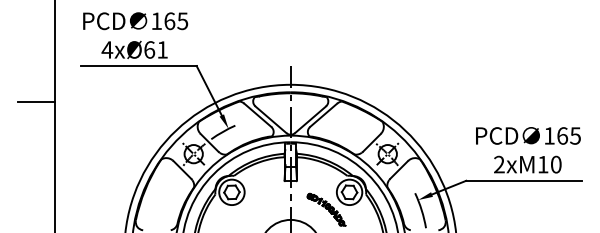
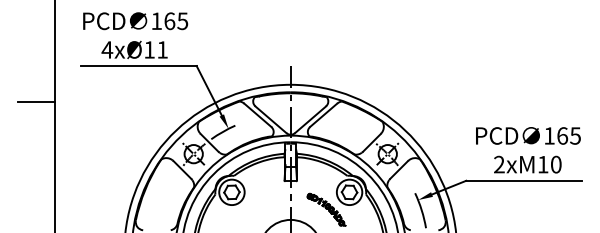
text at (149, 49): 4xØ61 -> 4xØ11
